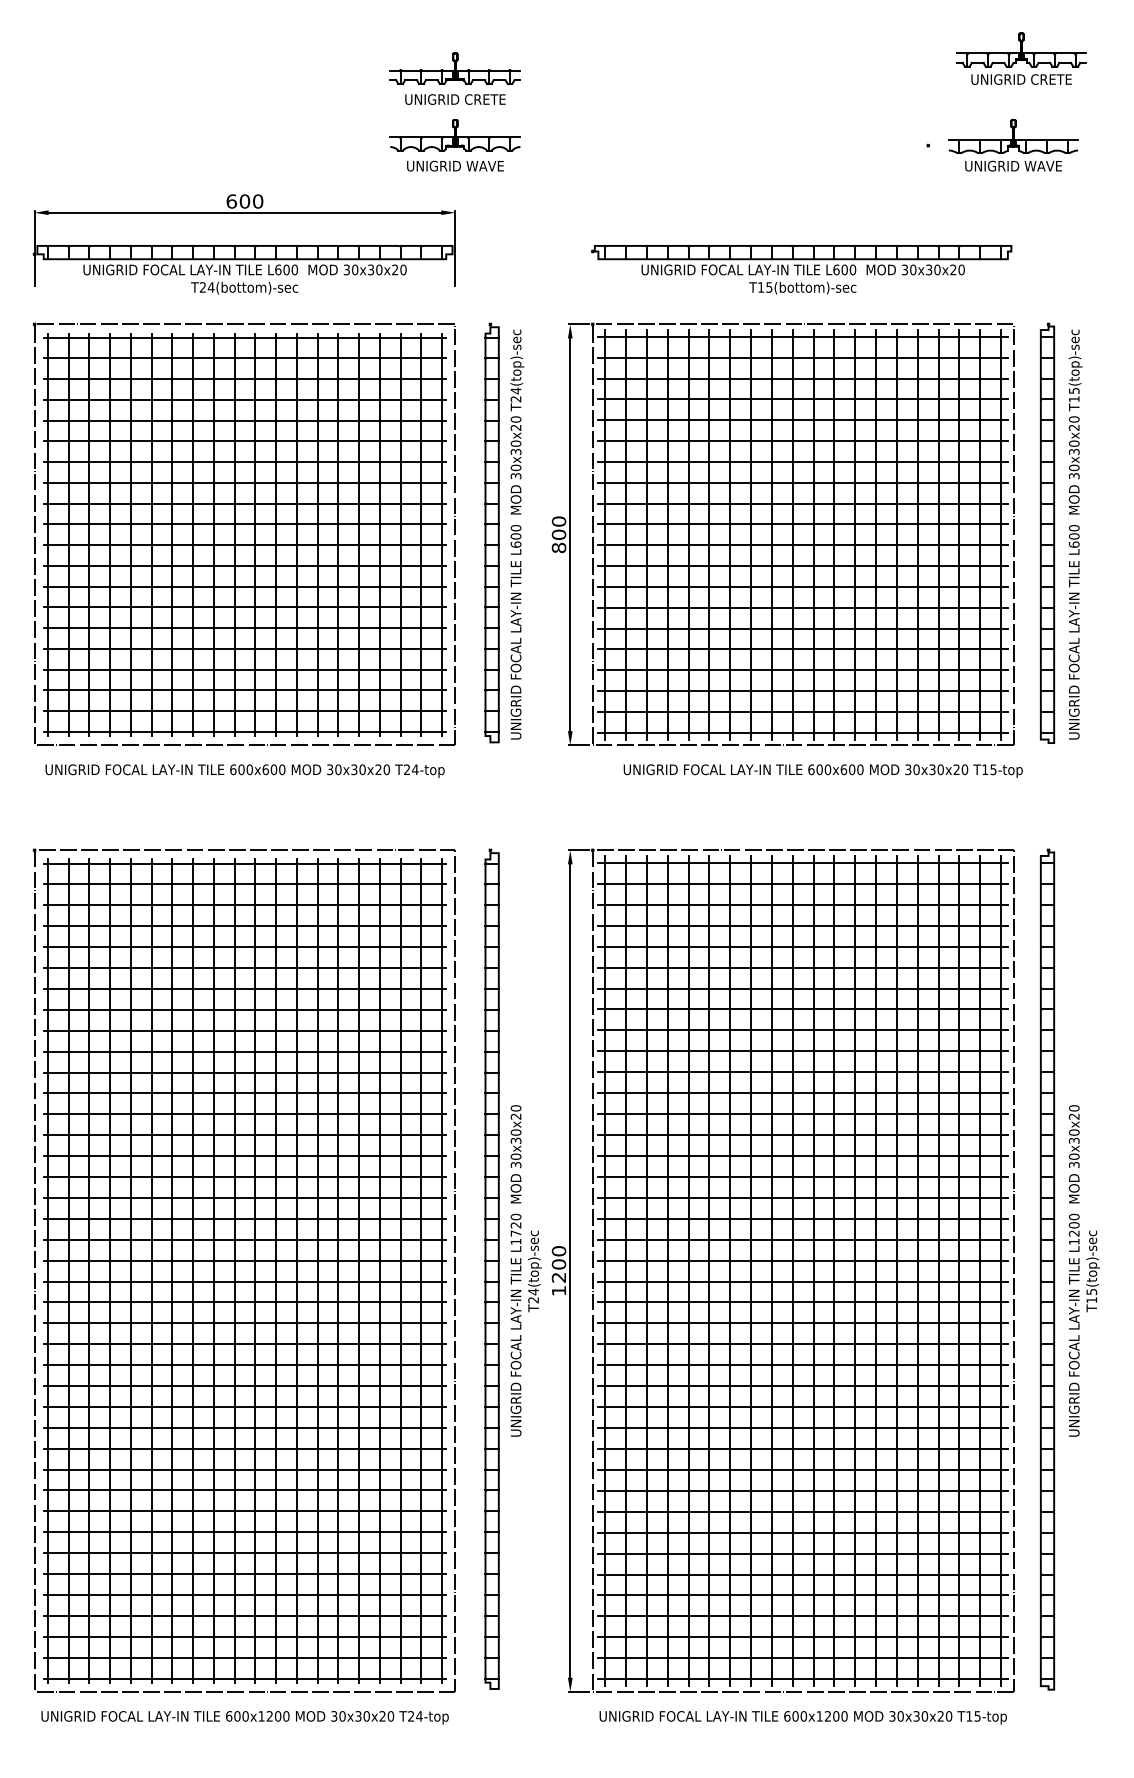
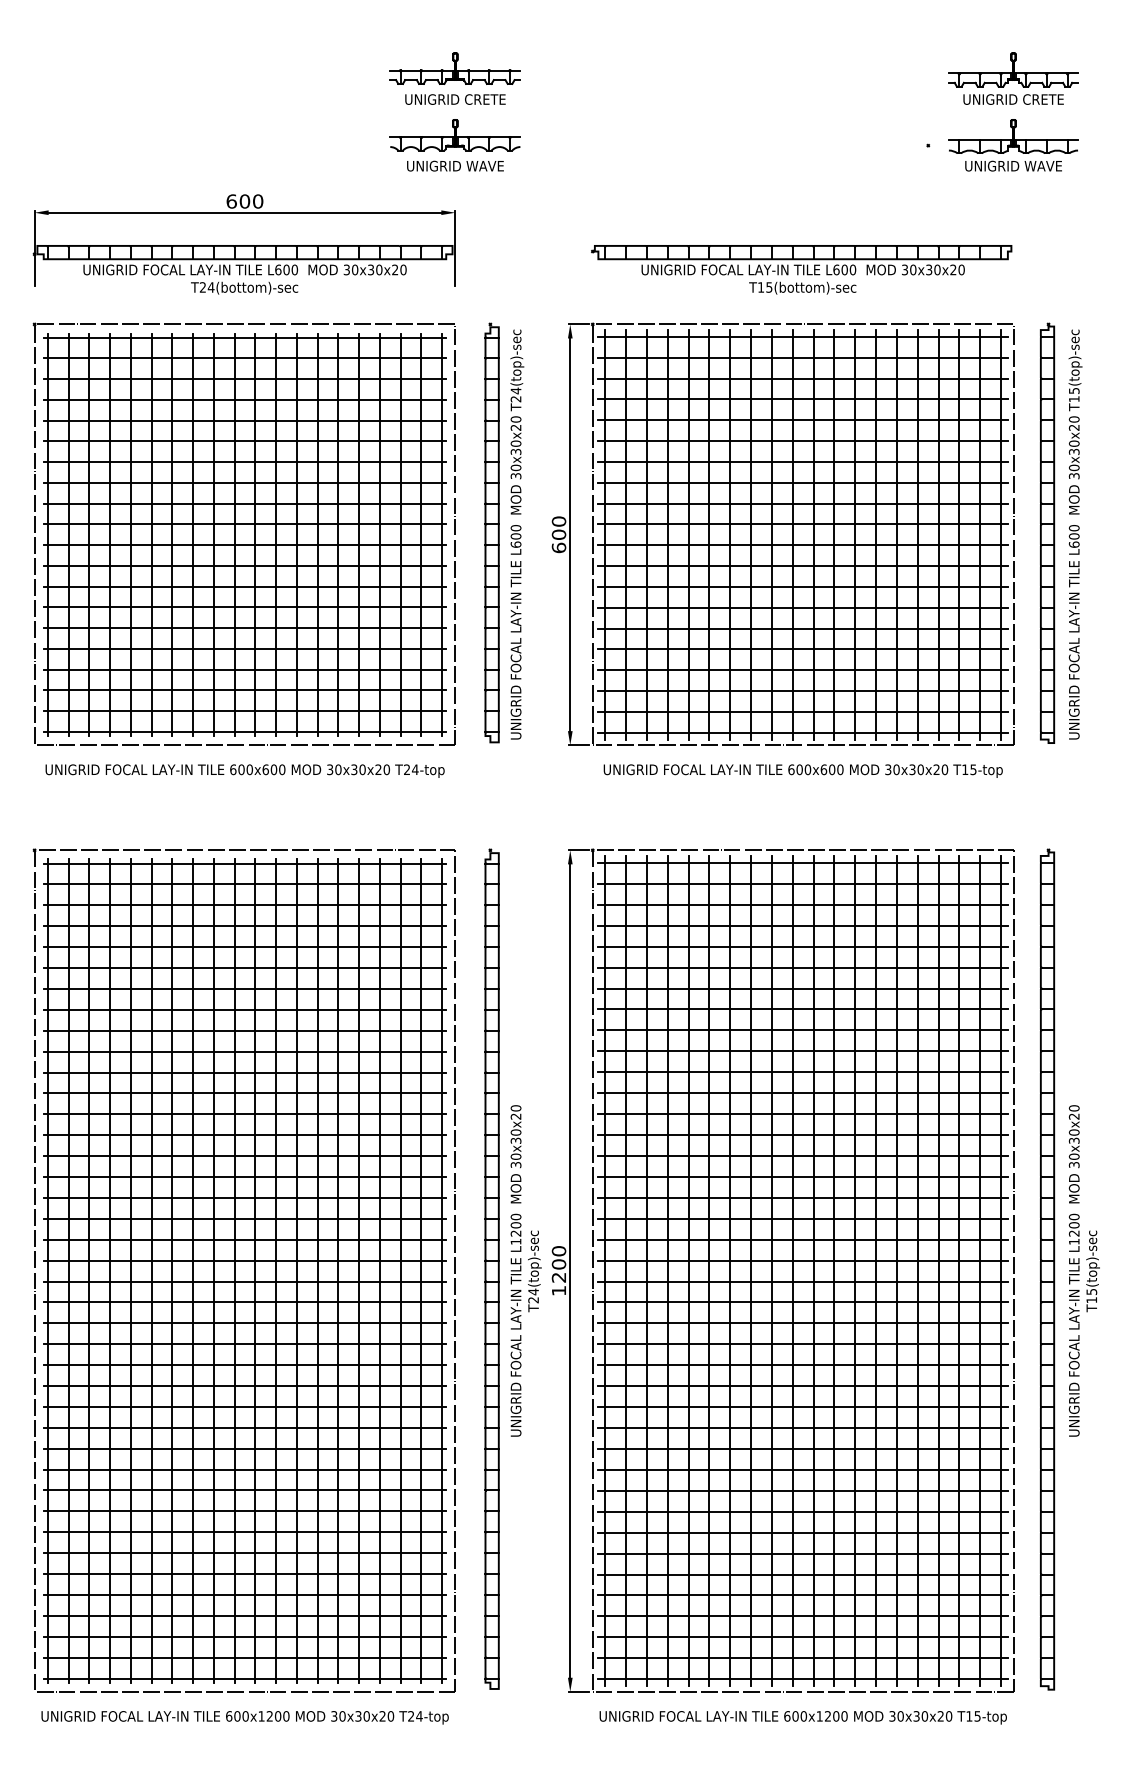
part at (1021, 58) position: (1021, 58) -> (1013, 78)
text at (558, 547): 800 -> 600
text at (822, 770) position: (822, 770) -> (802, 770)
text at (515, 1229): L1720 -> L1200
